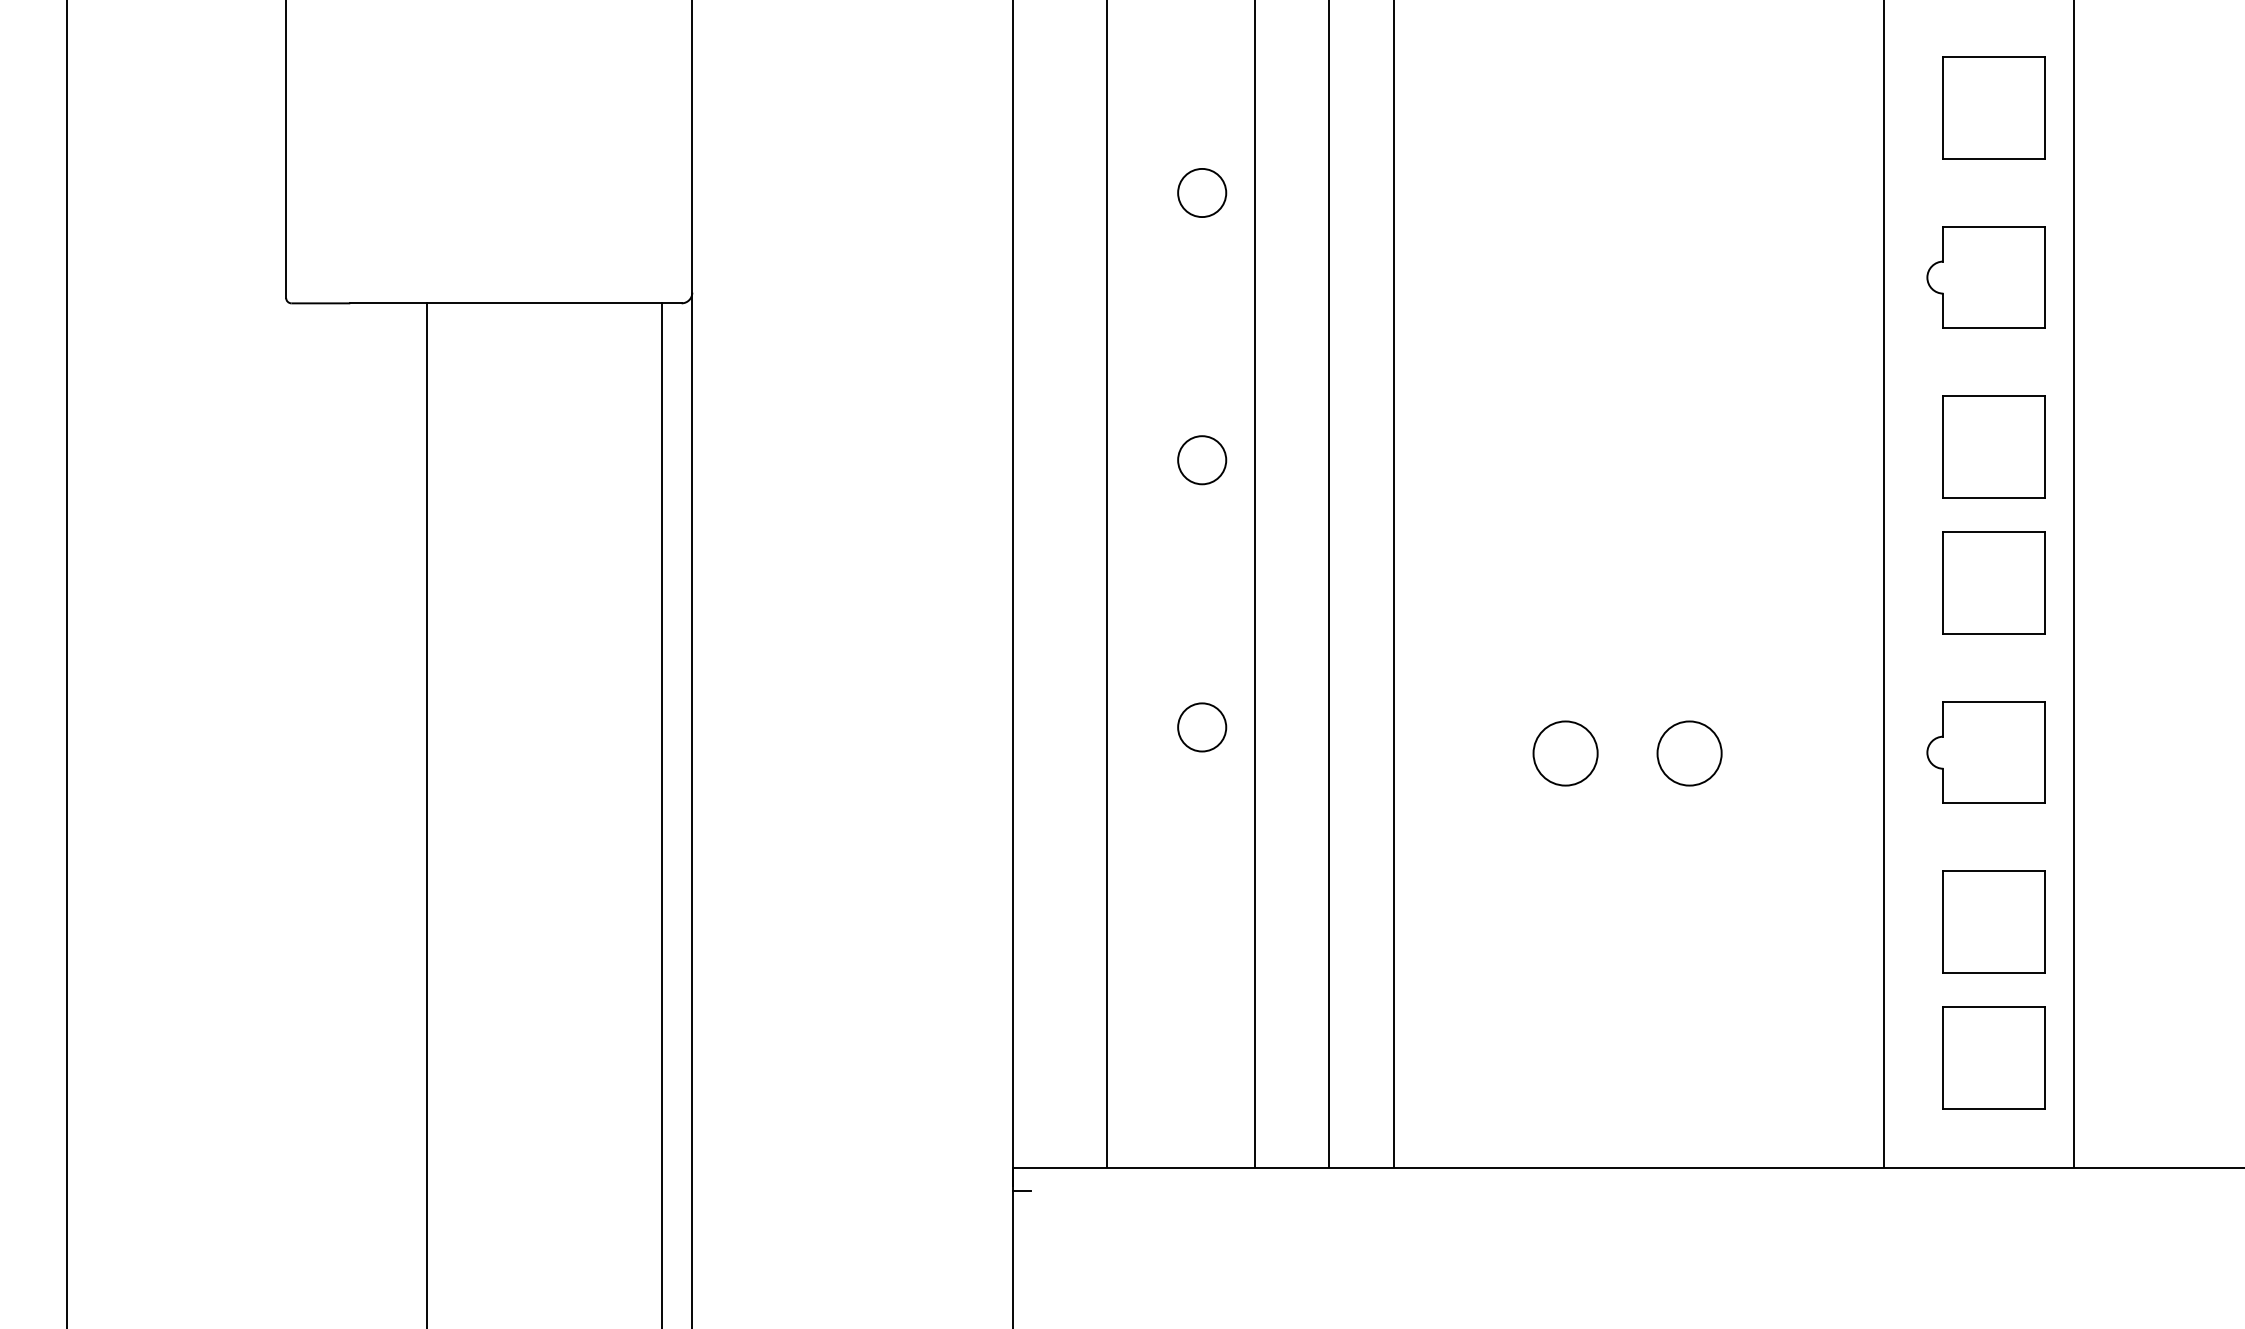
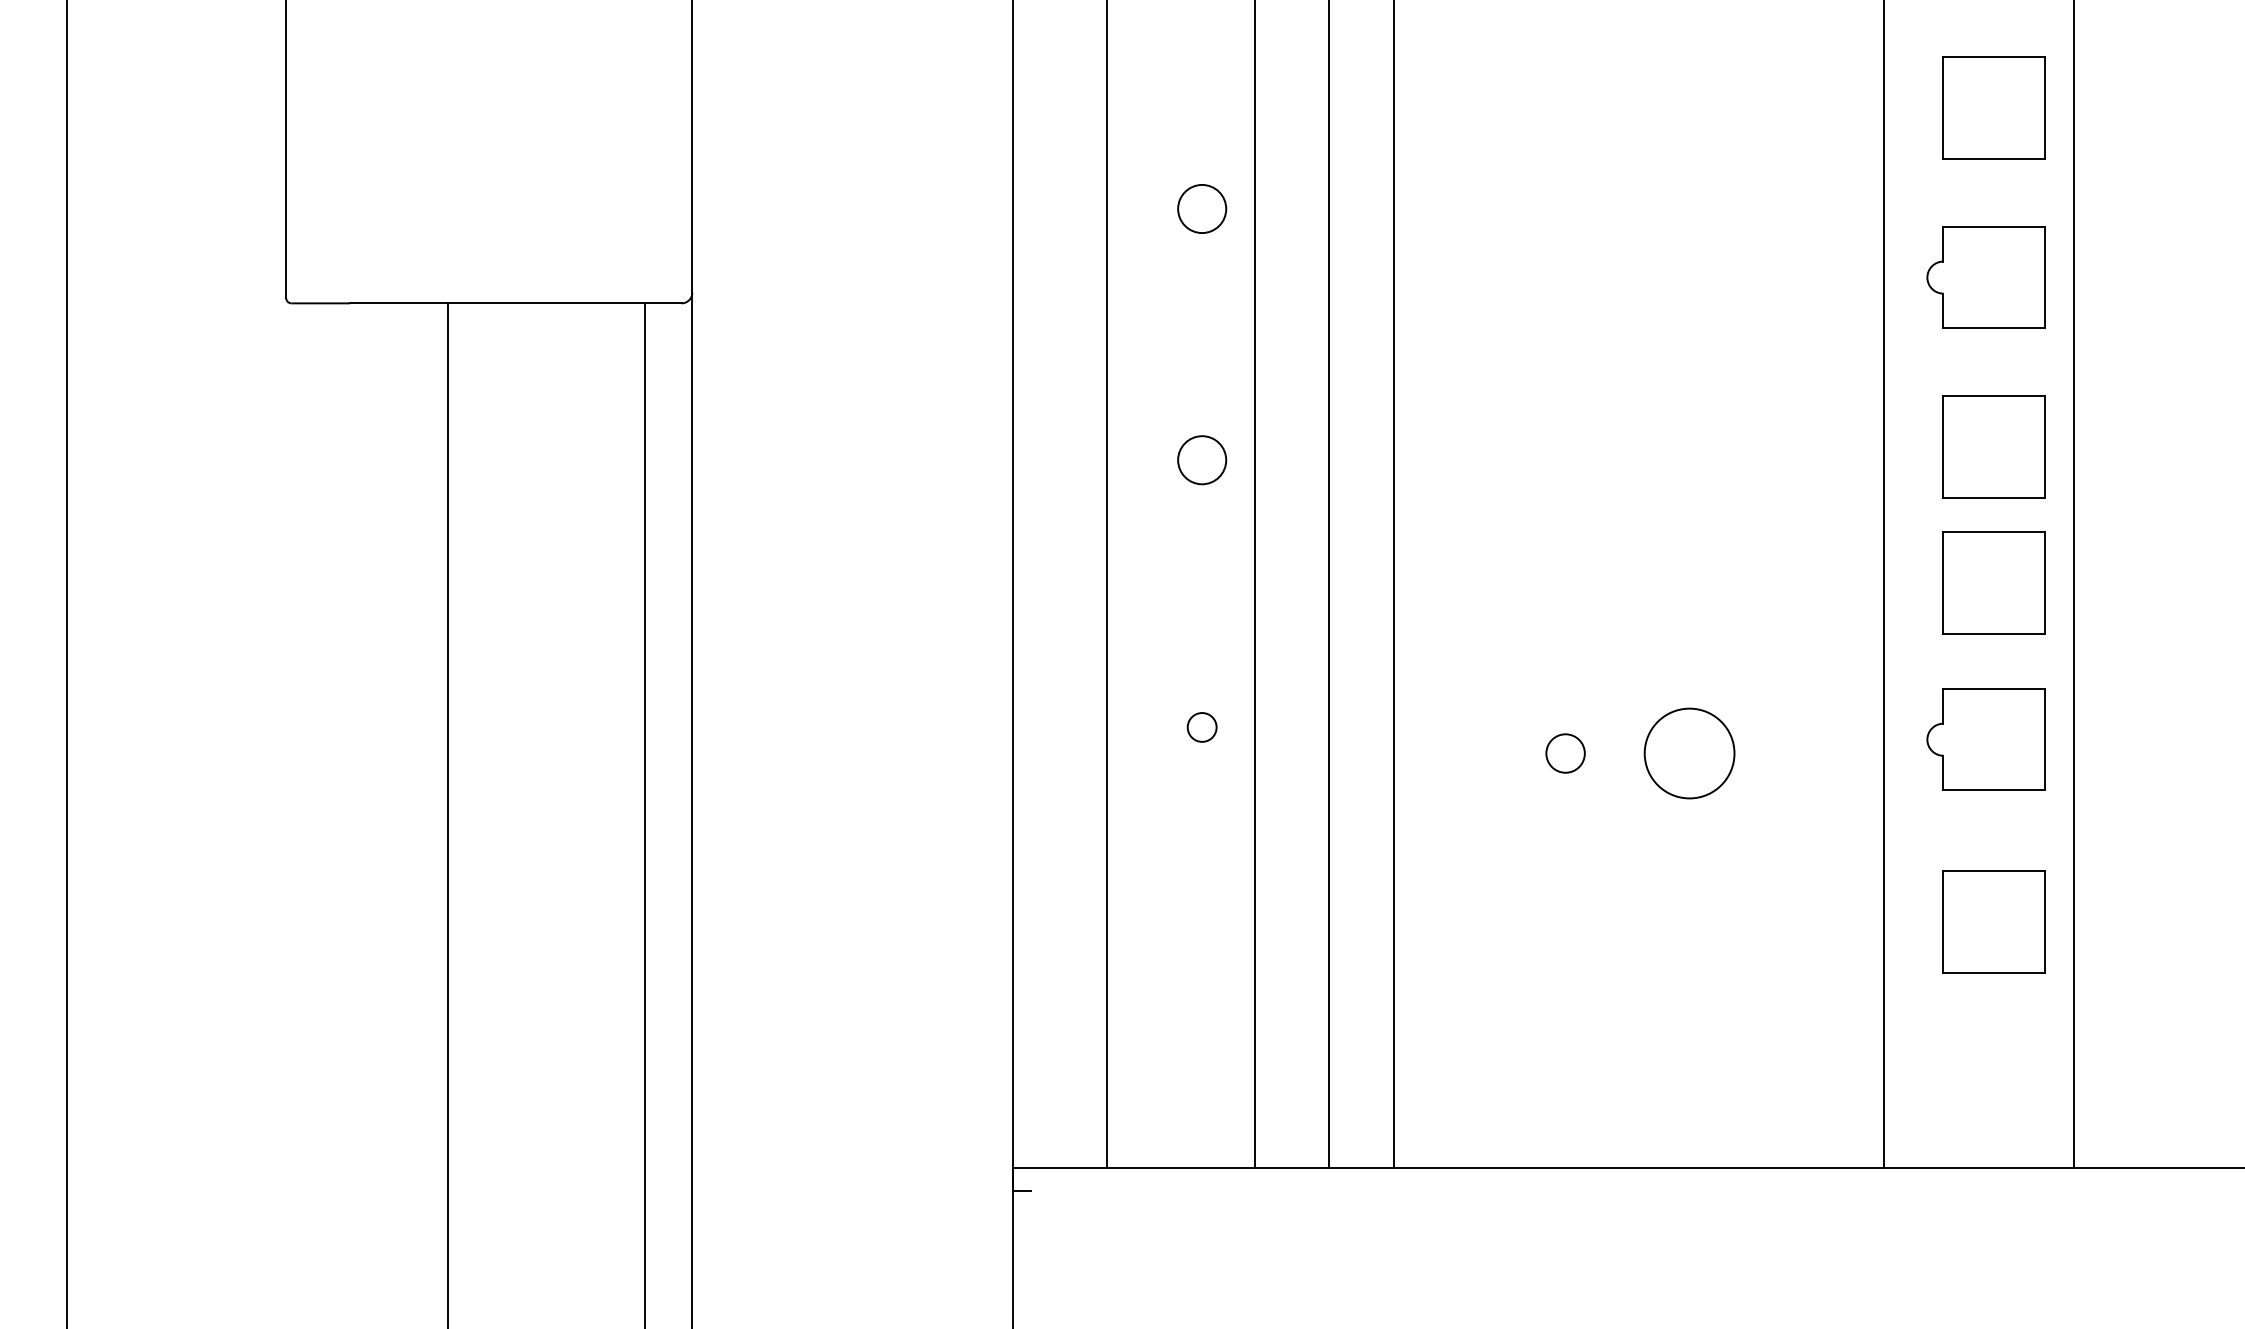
circle at (1202, 192) position: (1202, 192) -> (1202, 208)
circle at (1202, 727) diameter: 48 px -> 29 px
part at (1985, 752) position: (1985, 752) -> (1985, 739)
circle at (1565, 753) diameter: 64 px -> 38 px
circle at (1689, 753) diameter: 64 px -> 90 px
line at (427, 814) position: (427, 814) -> (448, 814)
line at (662, 814) position: (662, 814) -> (645, 814)
part at (1993, 1057): present -> none
